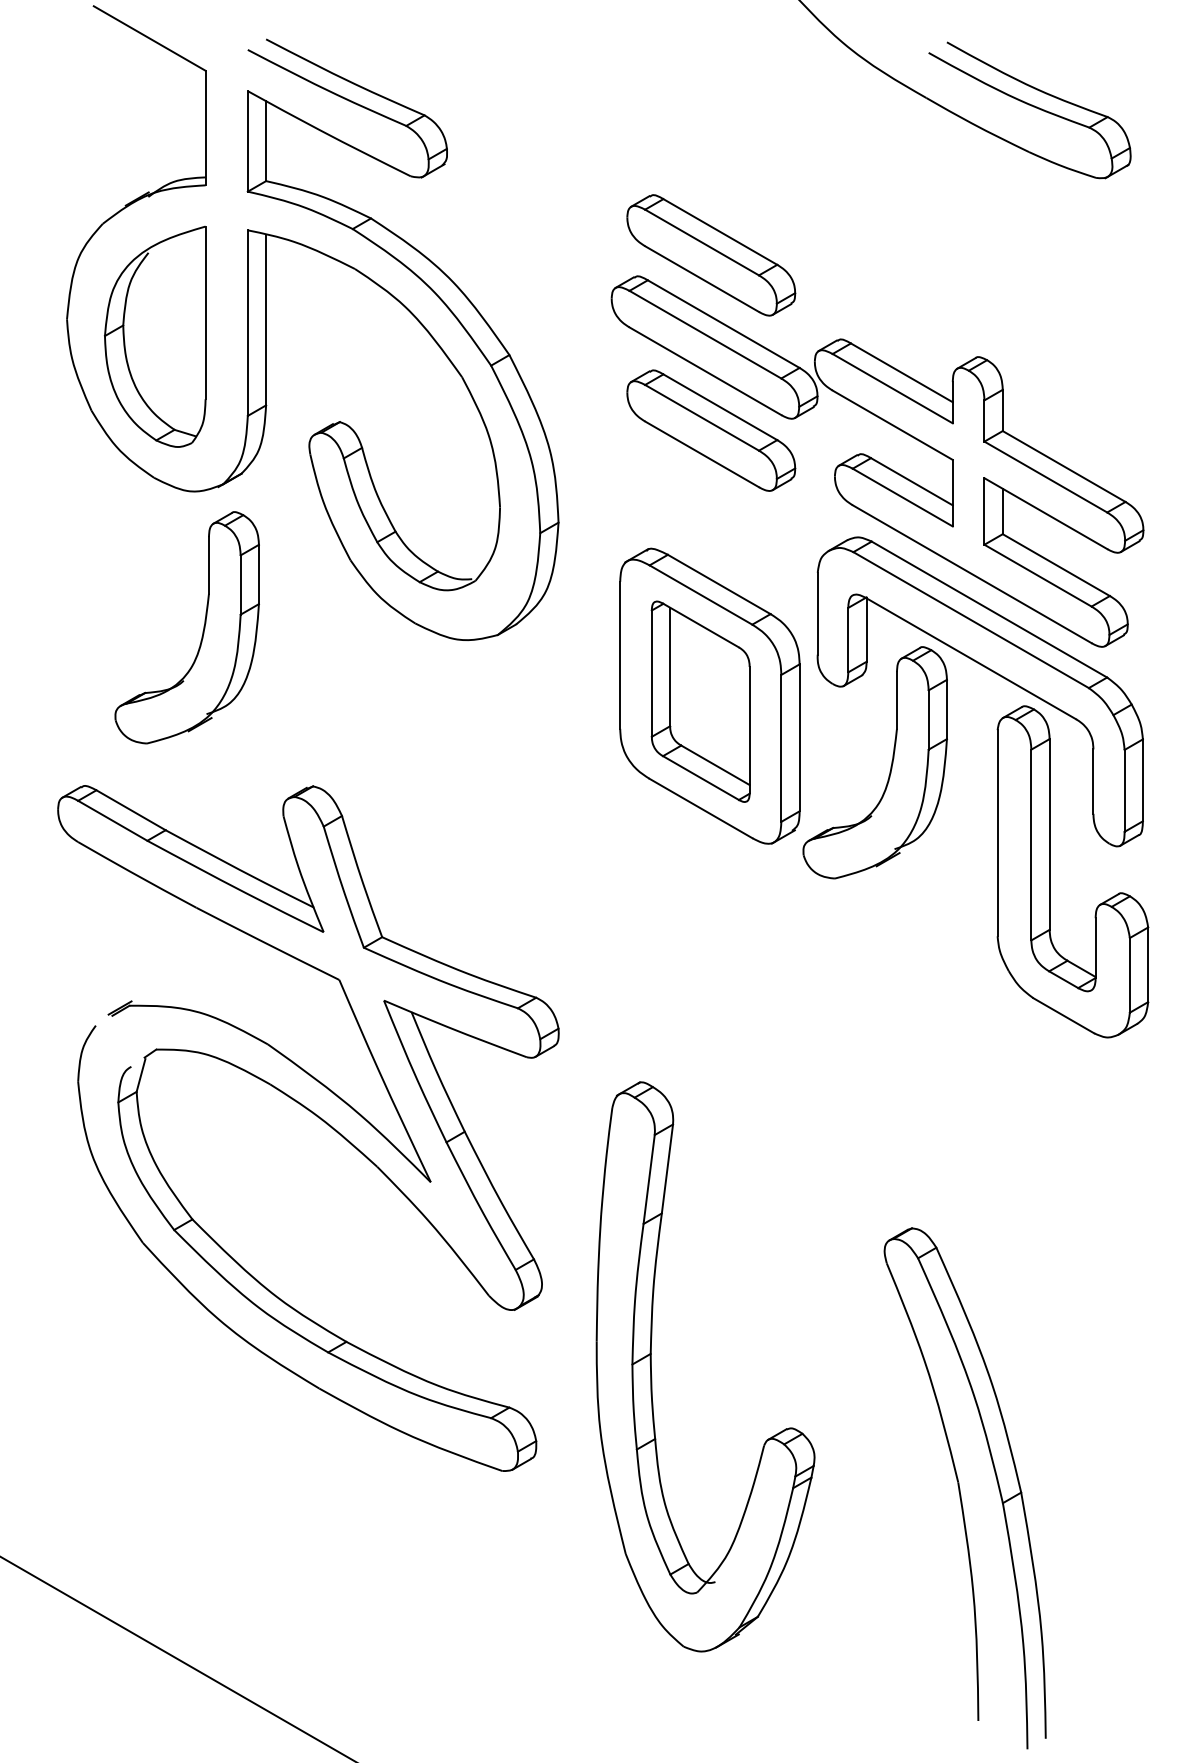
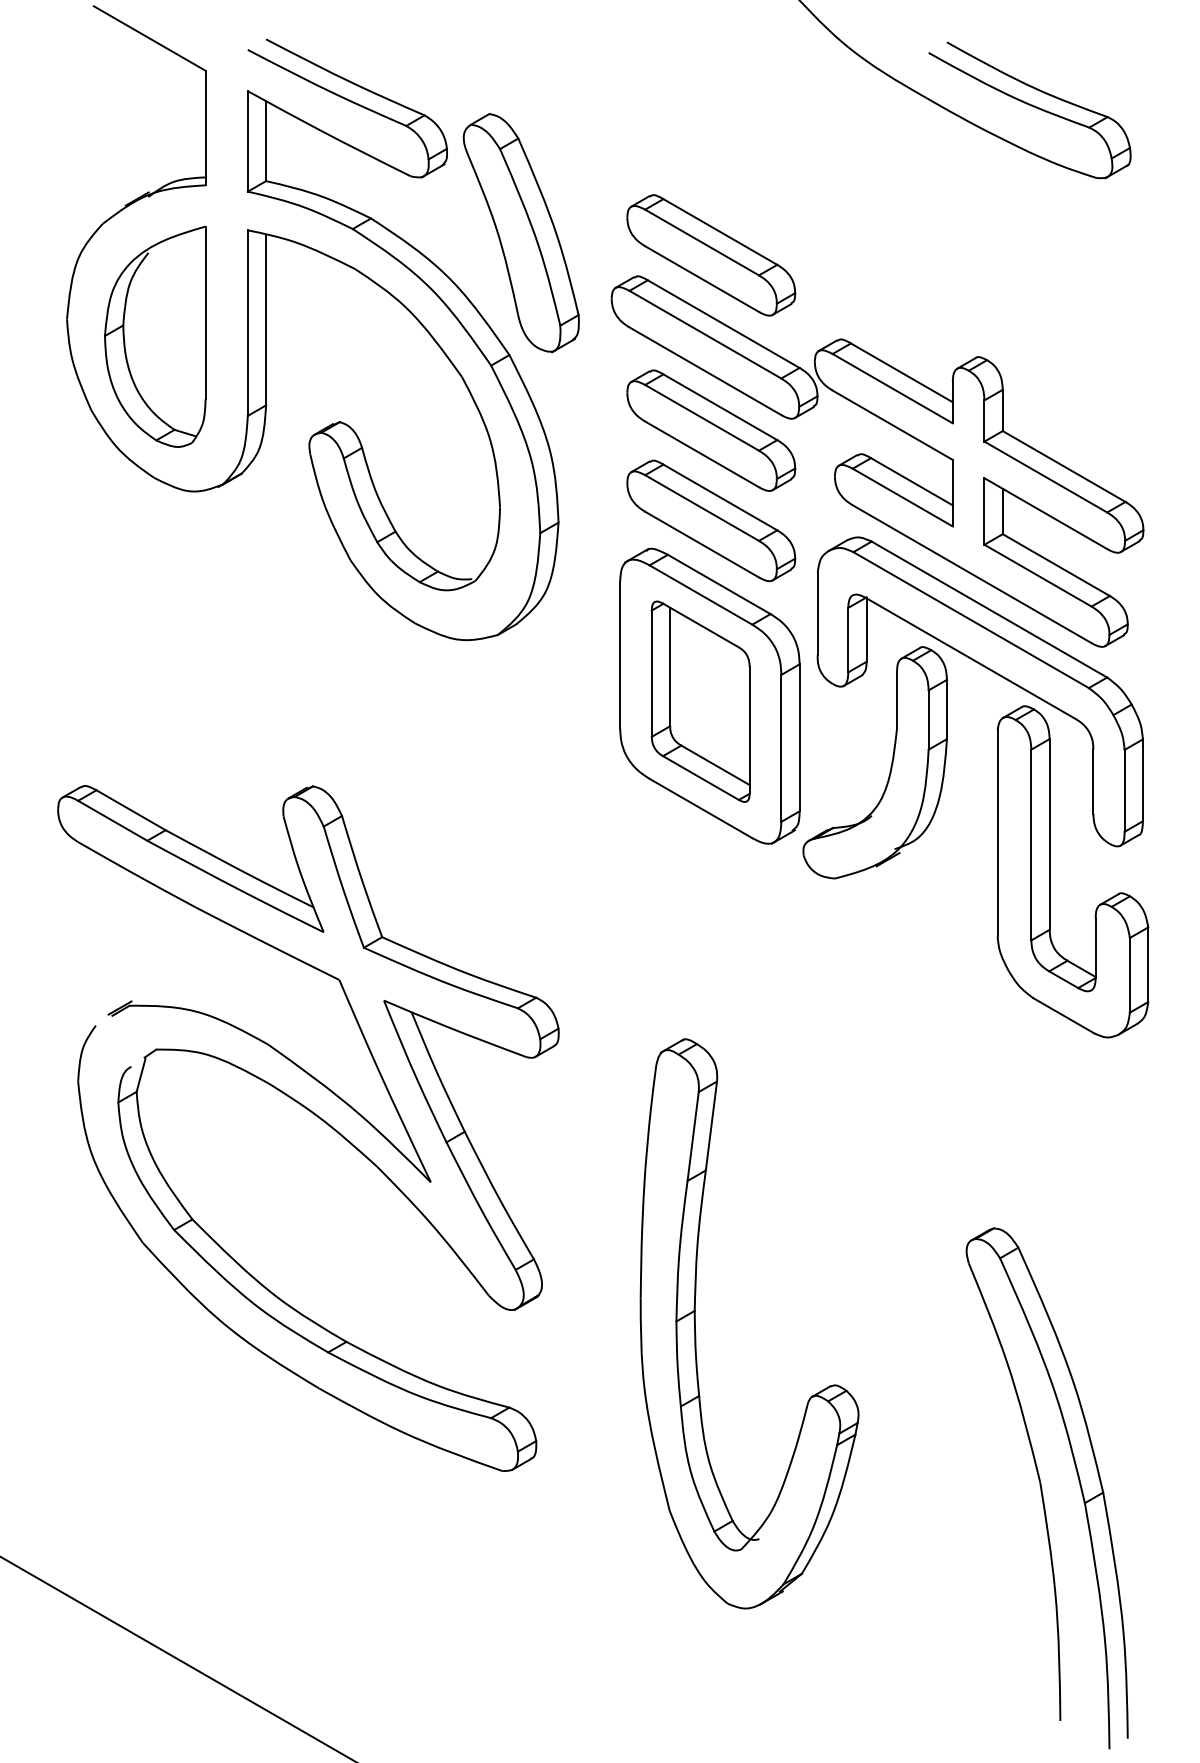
part at (520, 233): none -> present
part at (711, 520): none -> present
part at (202, 631): present -> none
part at (651, 1366) position: (651, 1366) -> (695, 1323)
part at (964, 1488) position: (964, 1488) -> (1046, 1488)
